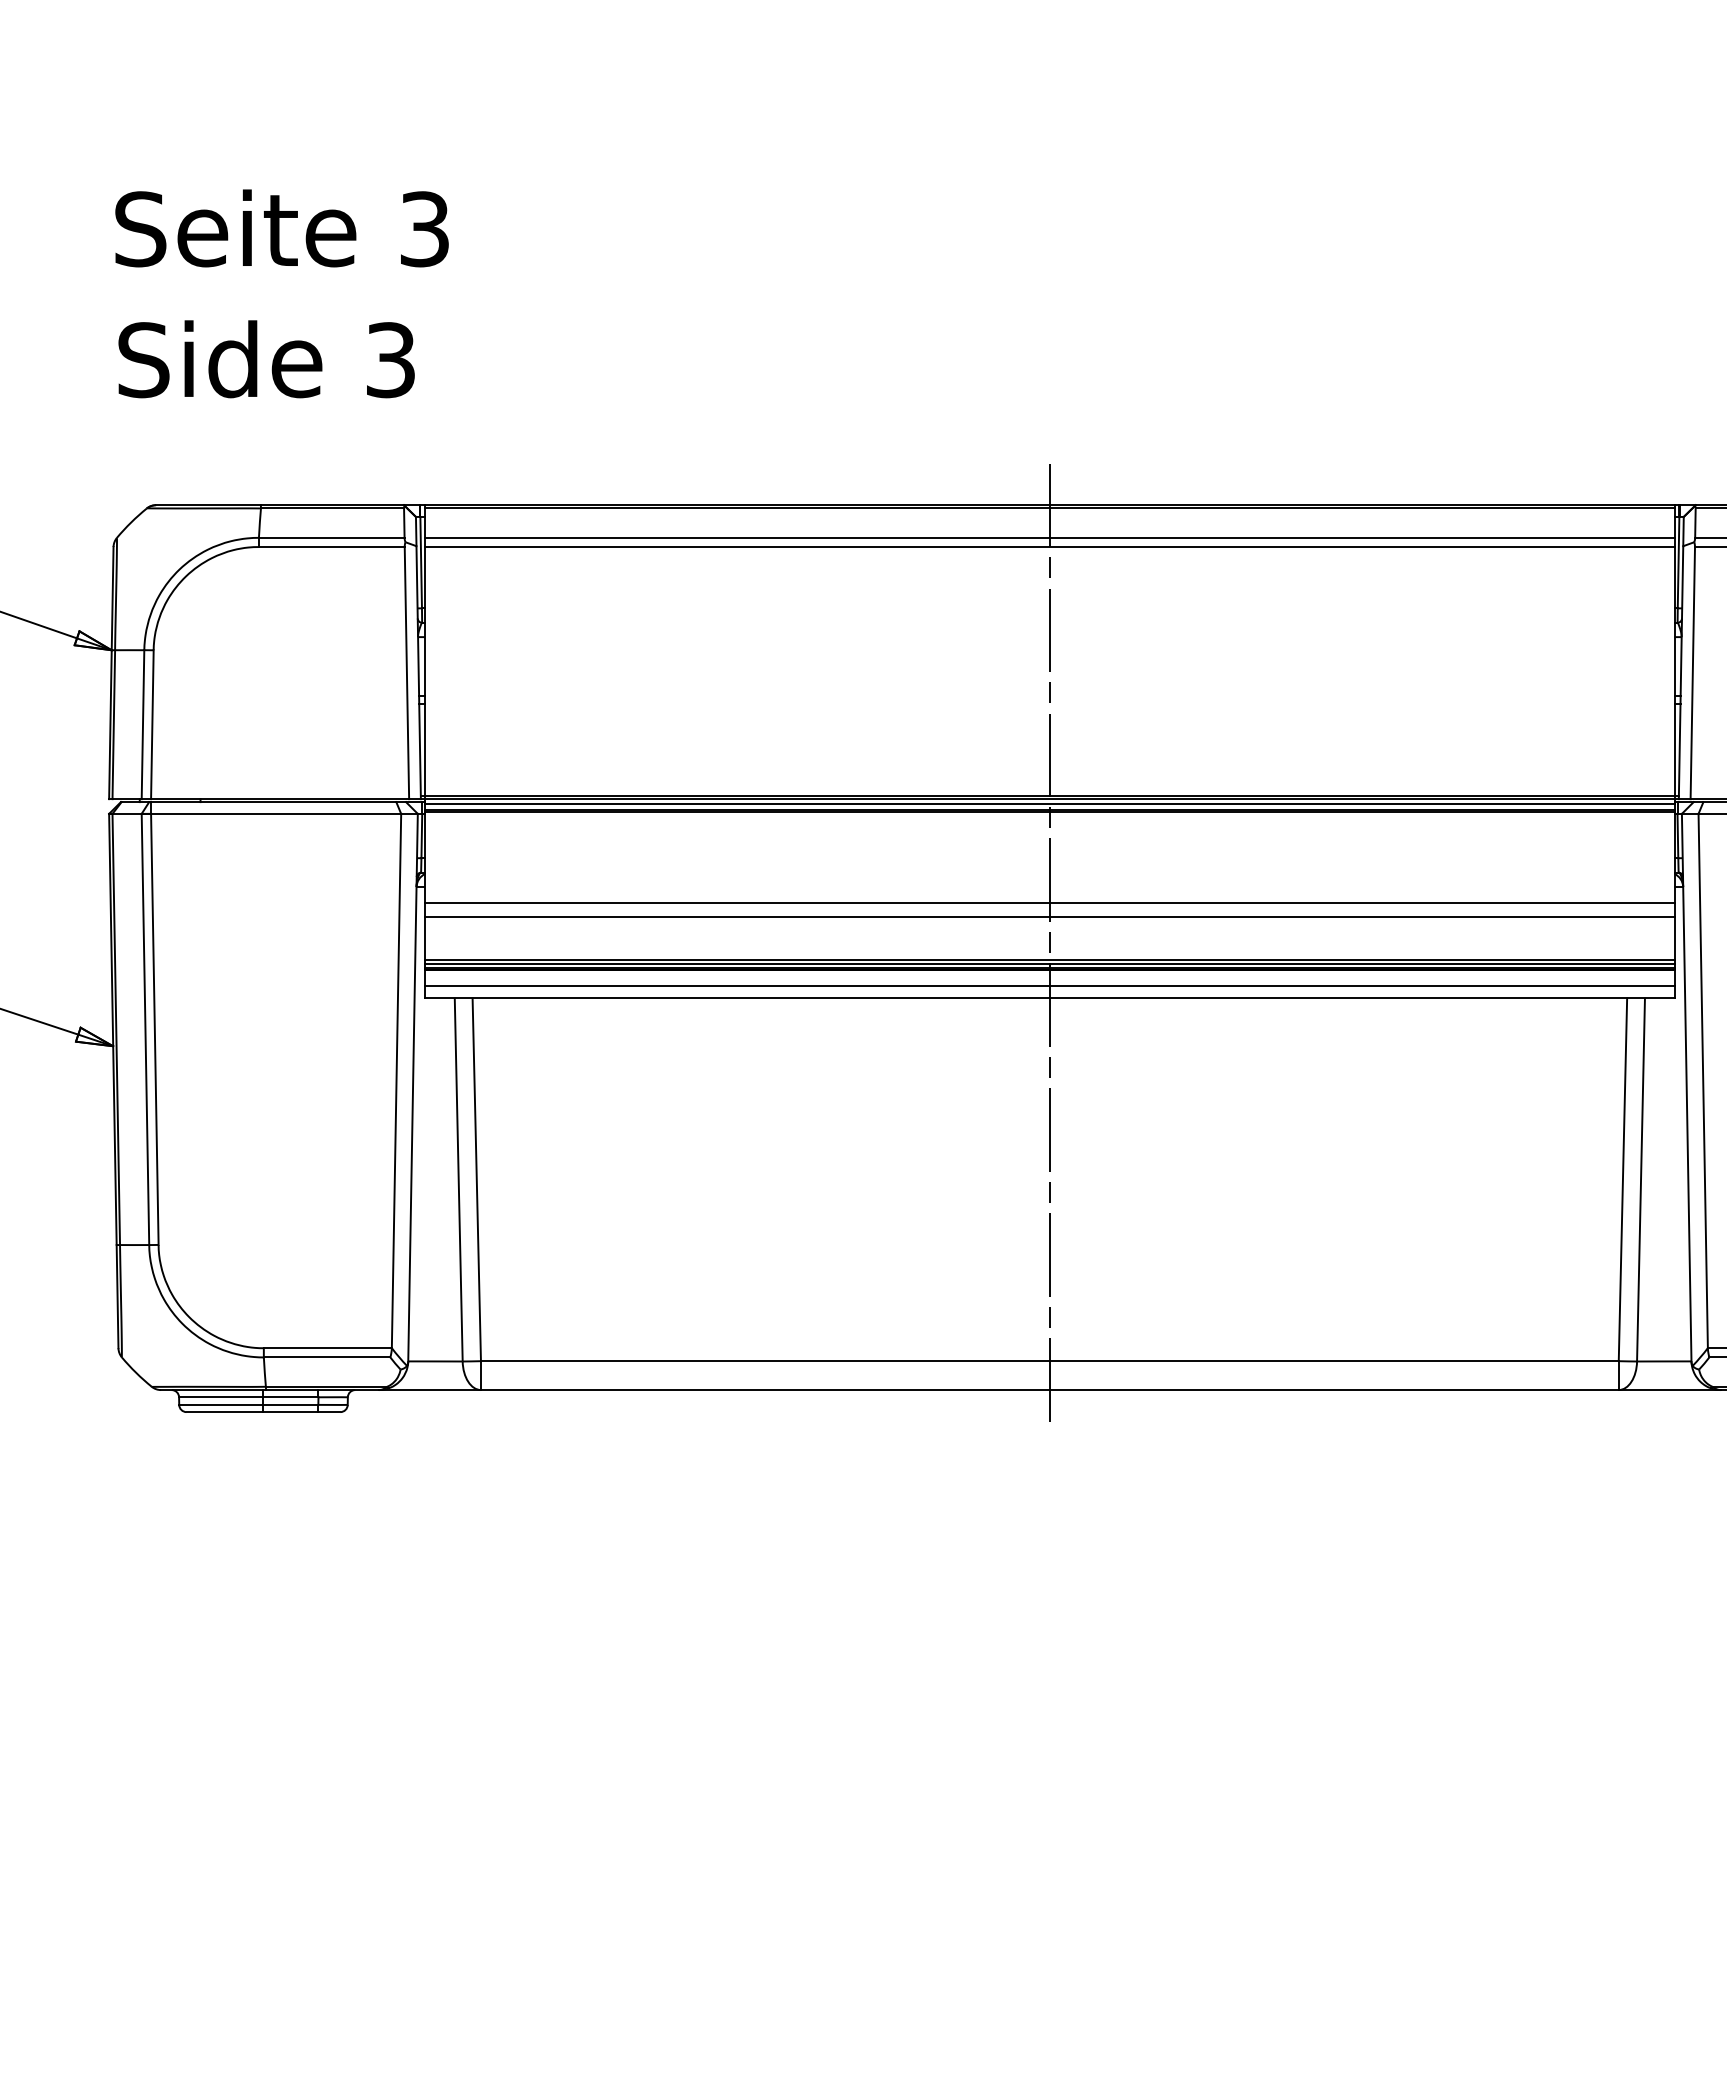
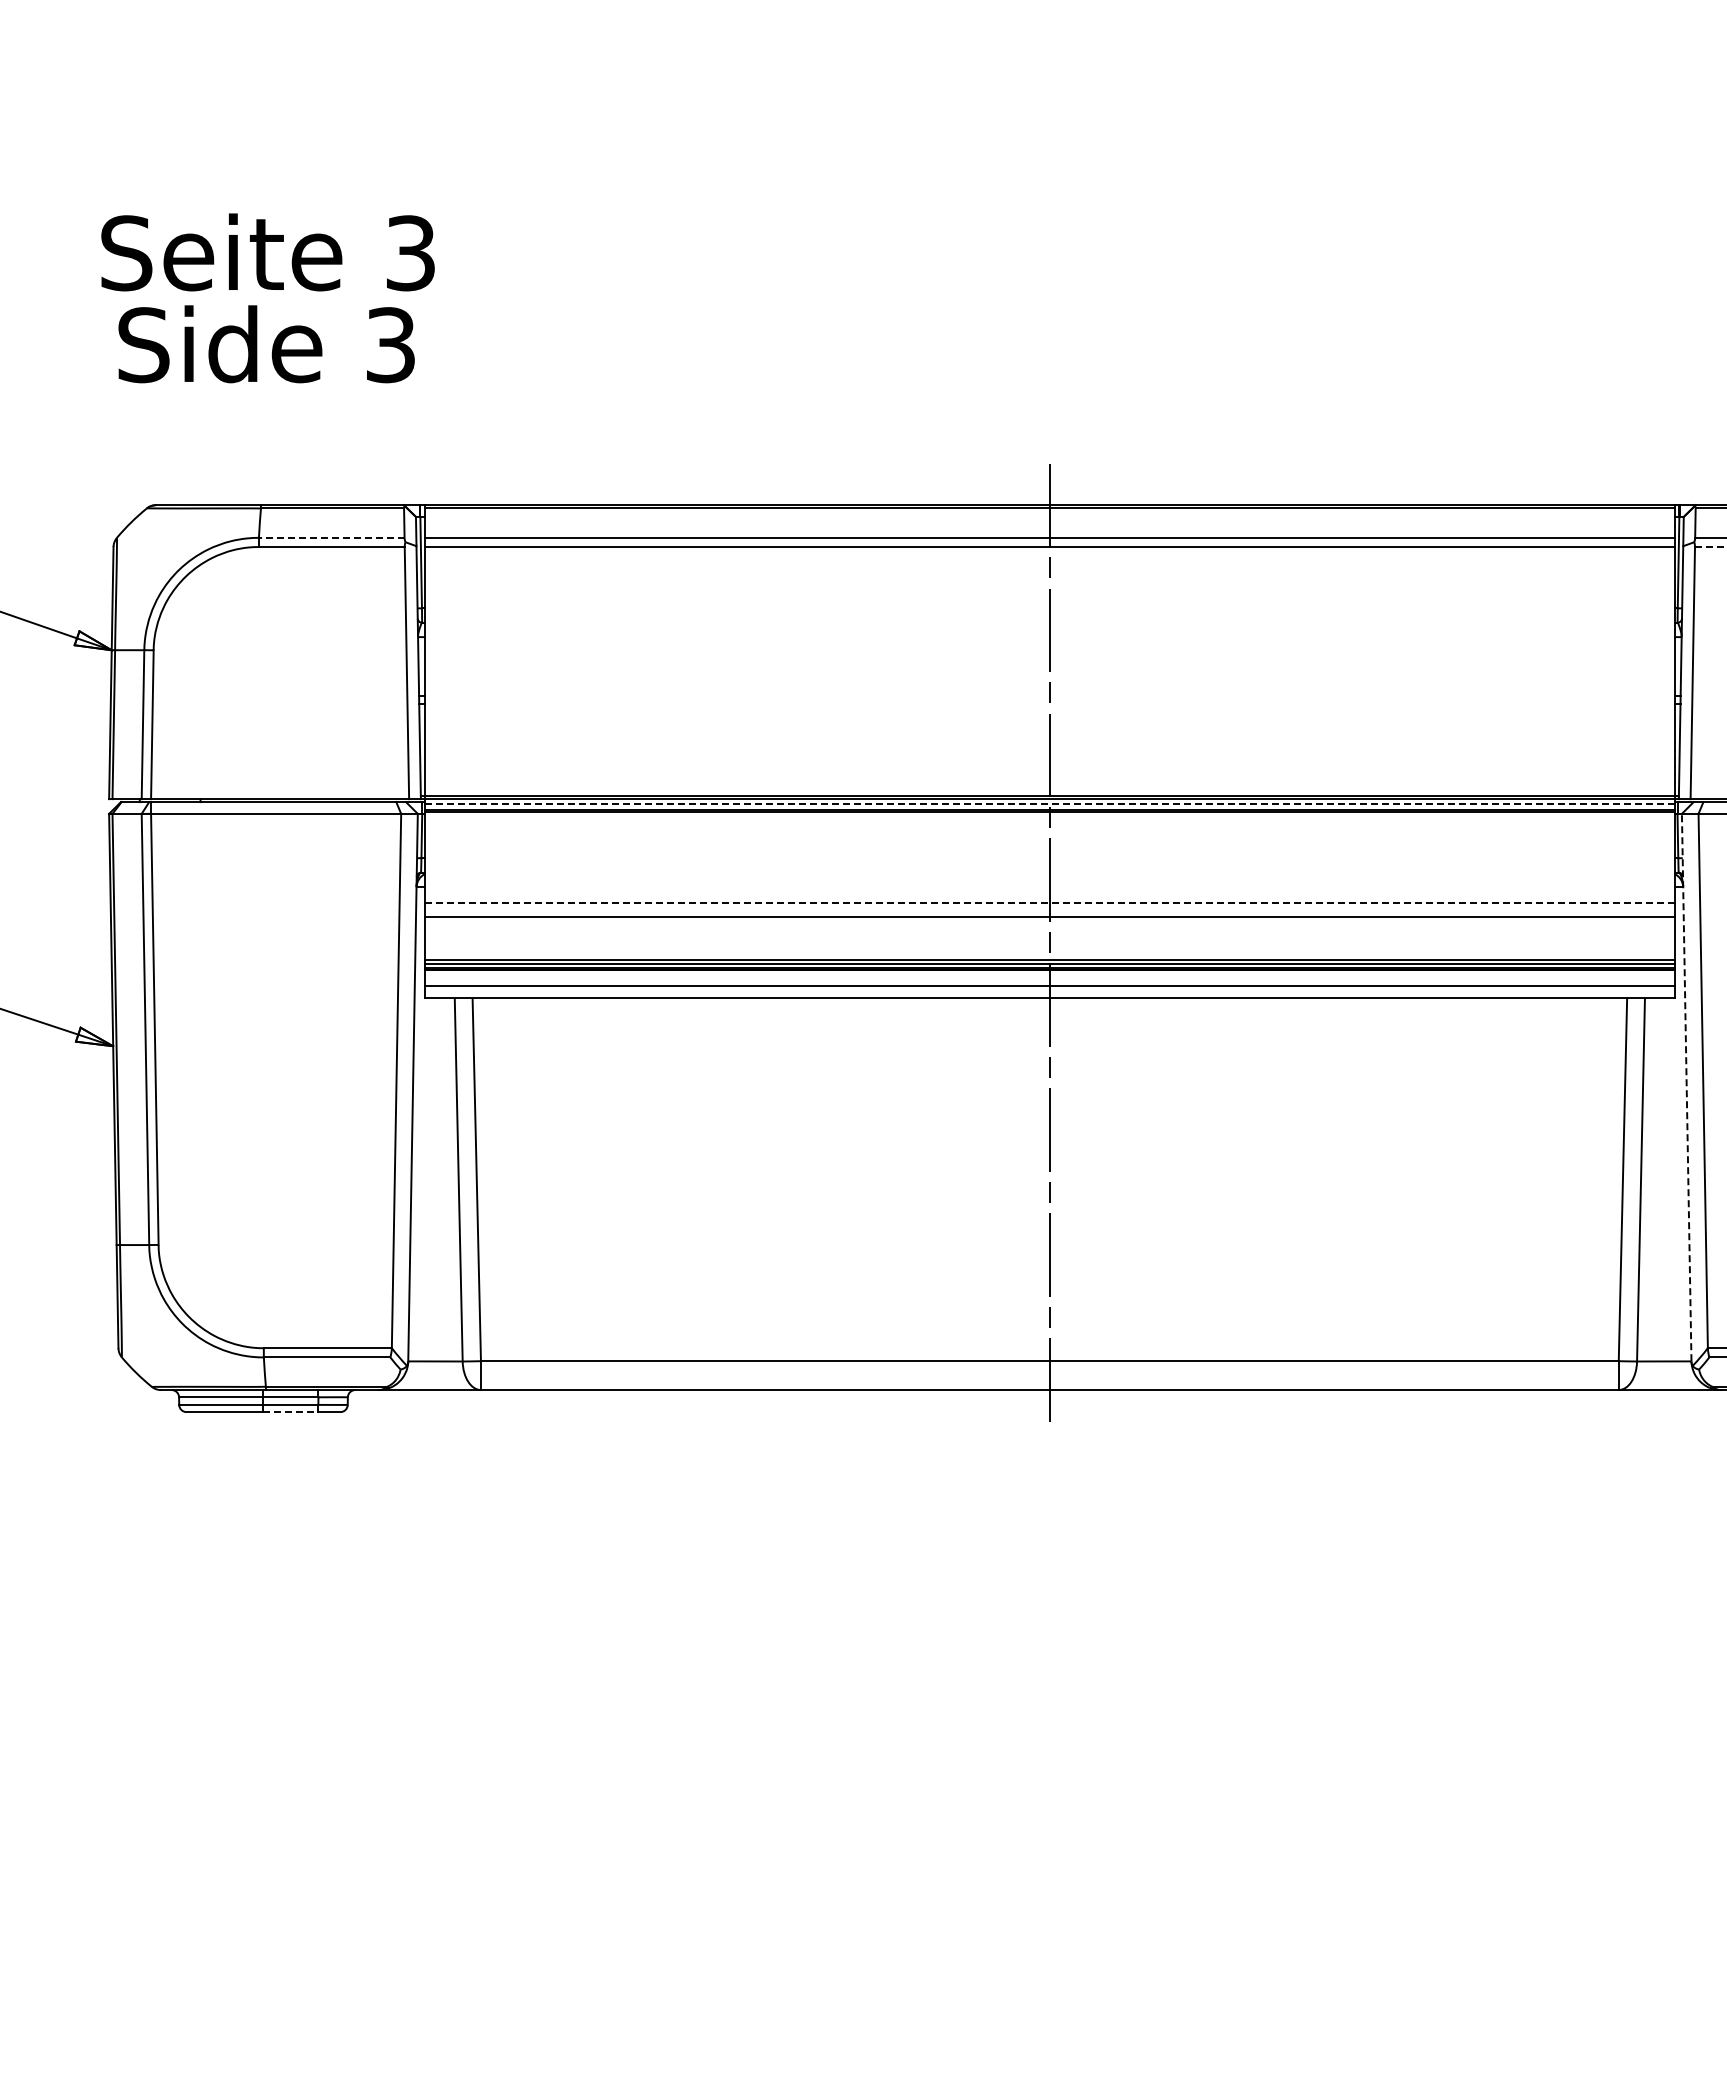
text at (281, 228) position: (281, 228) -> (267, 252)
text at (266, 359) position: (266, 359) -> (266, 344)
line at (331, 537): solid -> dashed
line at (1710, 547): solid -> dashed
line at (1049, 804): solid -> dashed
line at (1049, 902): solid -> dashed
line at (1686, 1087): solid -> dashed
line at (291, 1412): solid -> dashed
